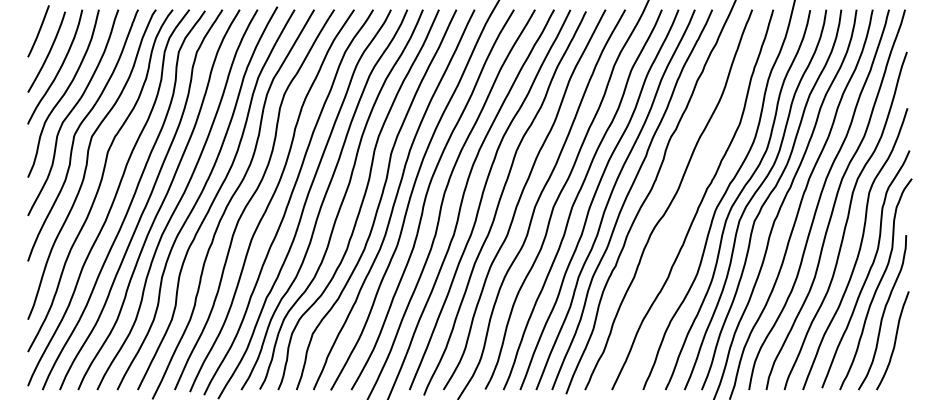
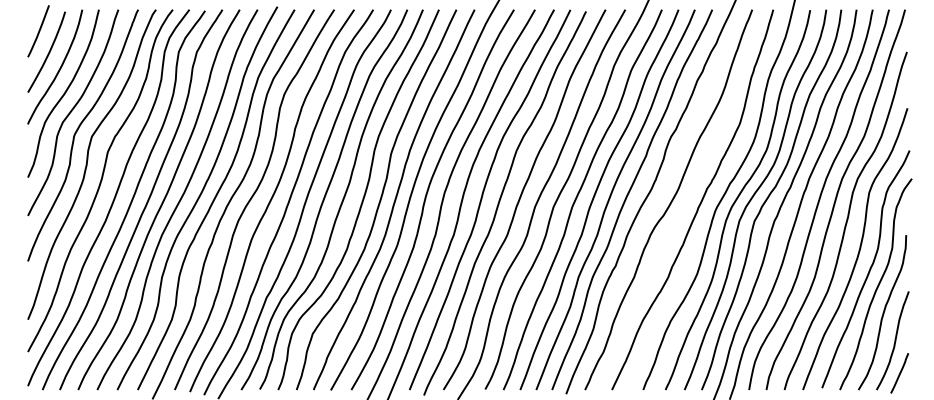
line at (899, 373): none -> present
